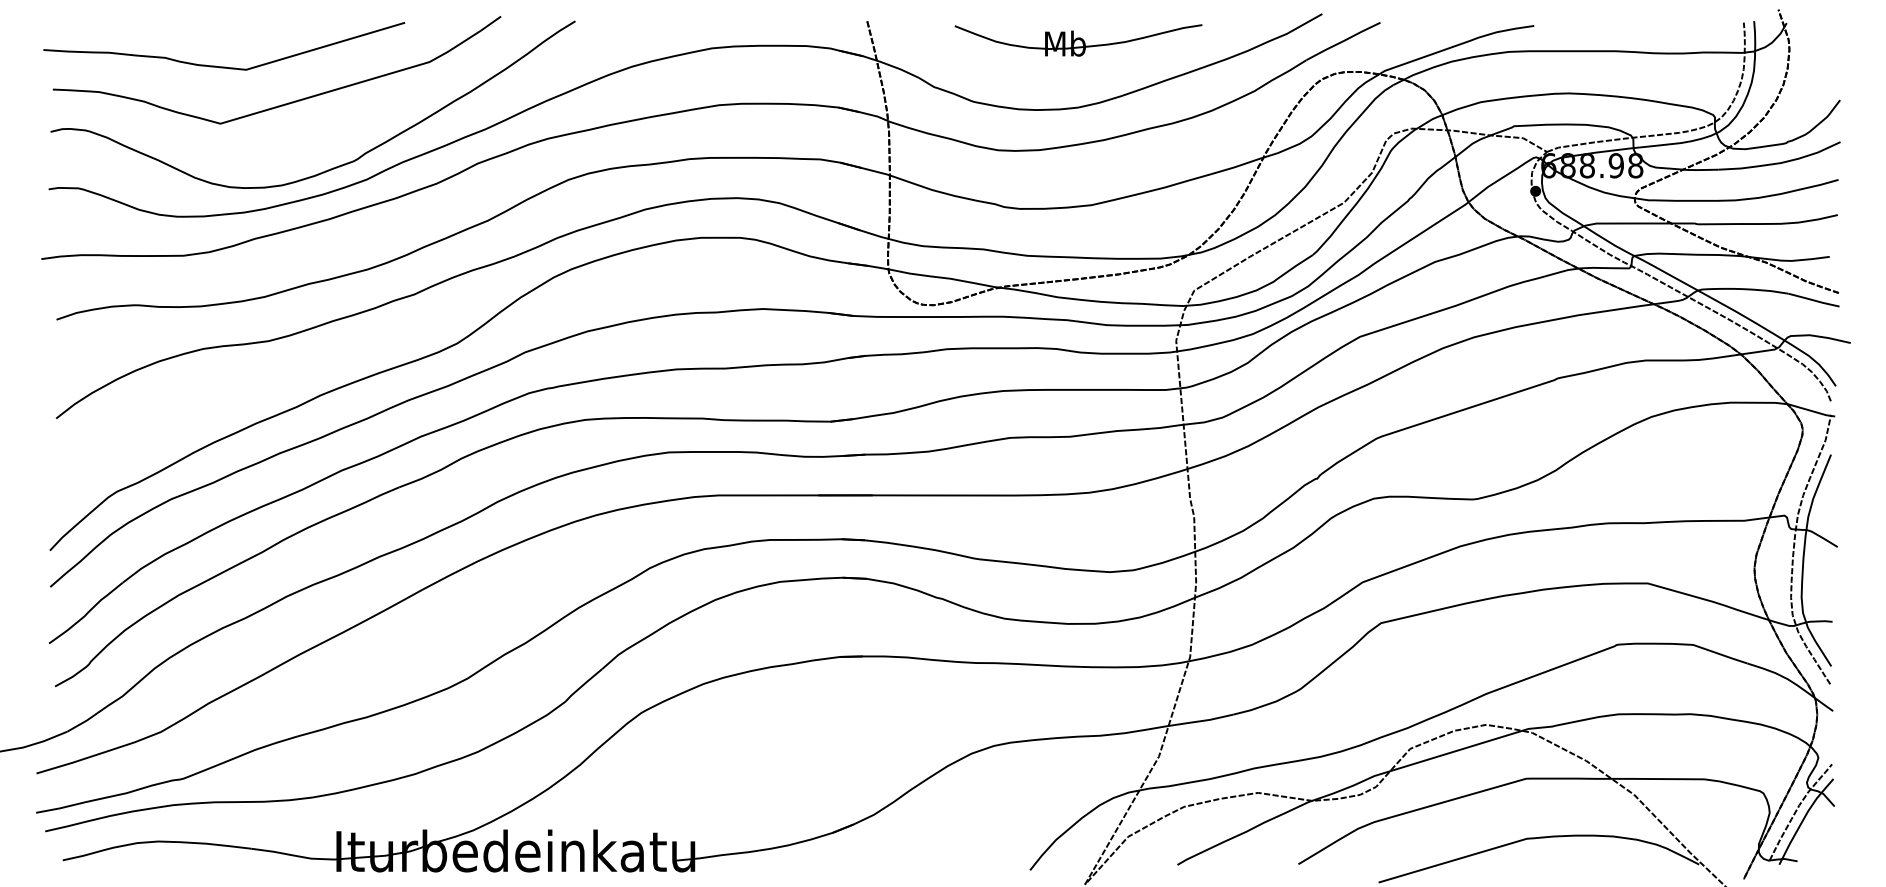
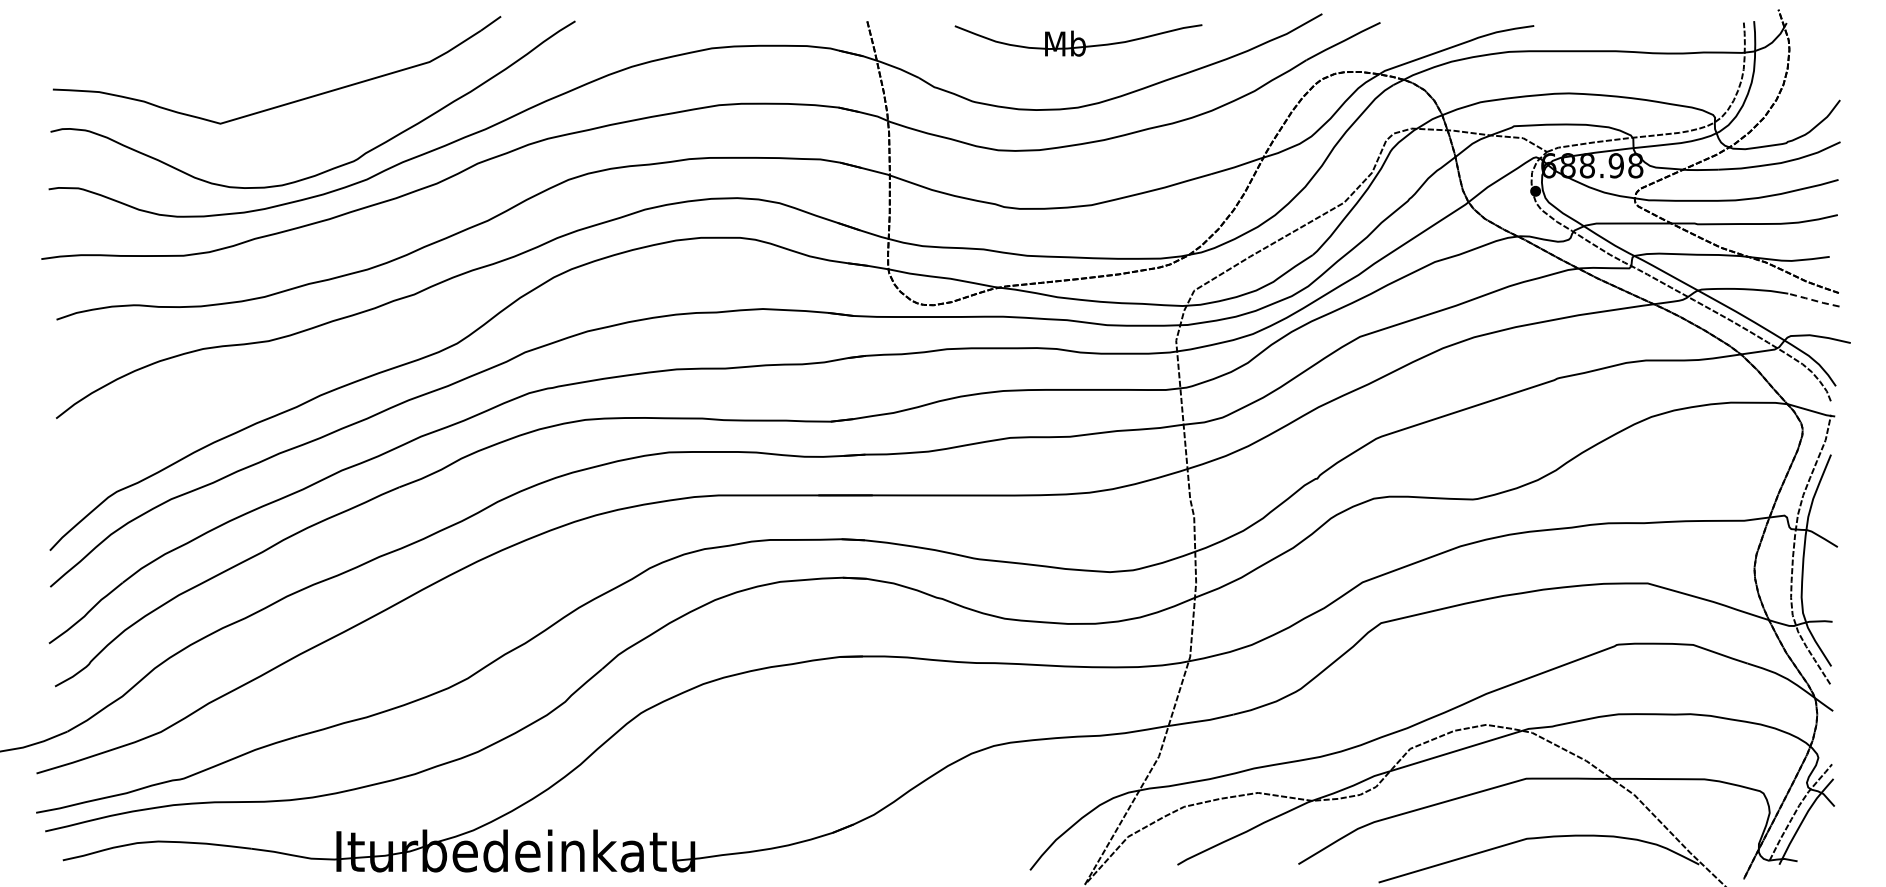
curve at (224, 66): present -> none
line at (1813, 300): solid -> dashed
